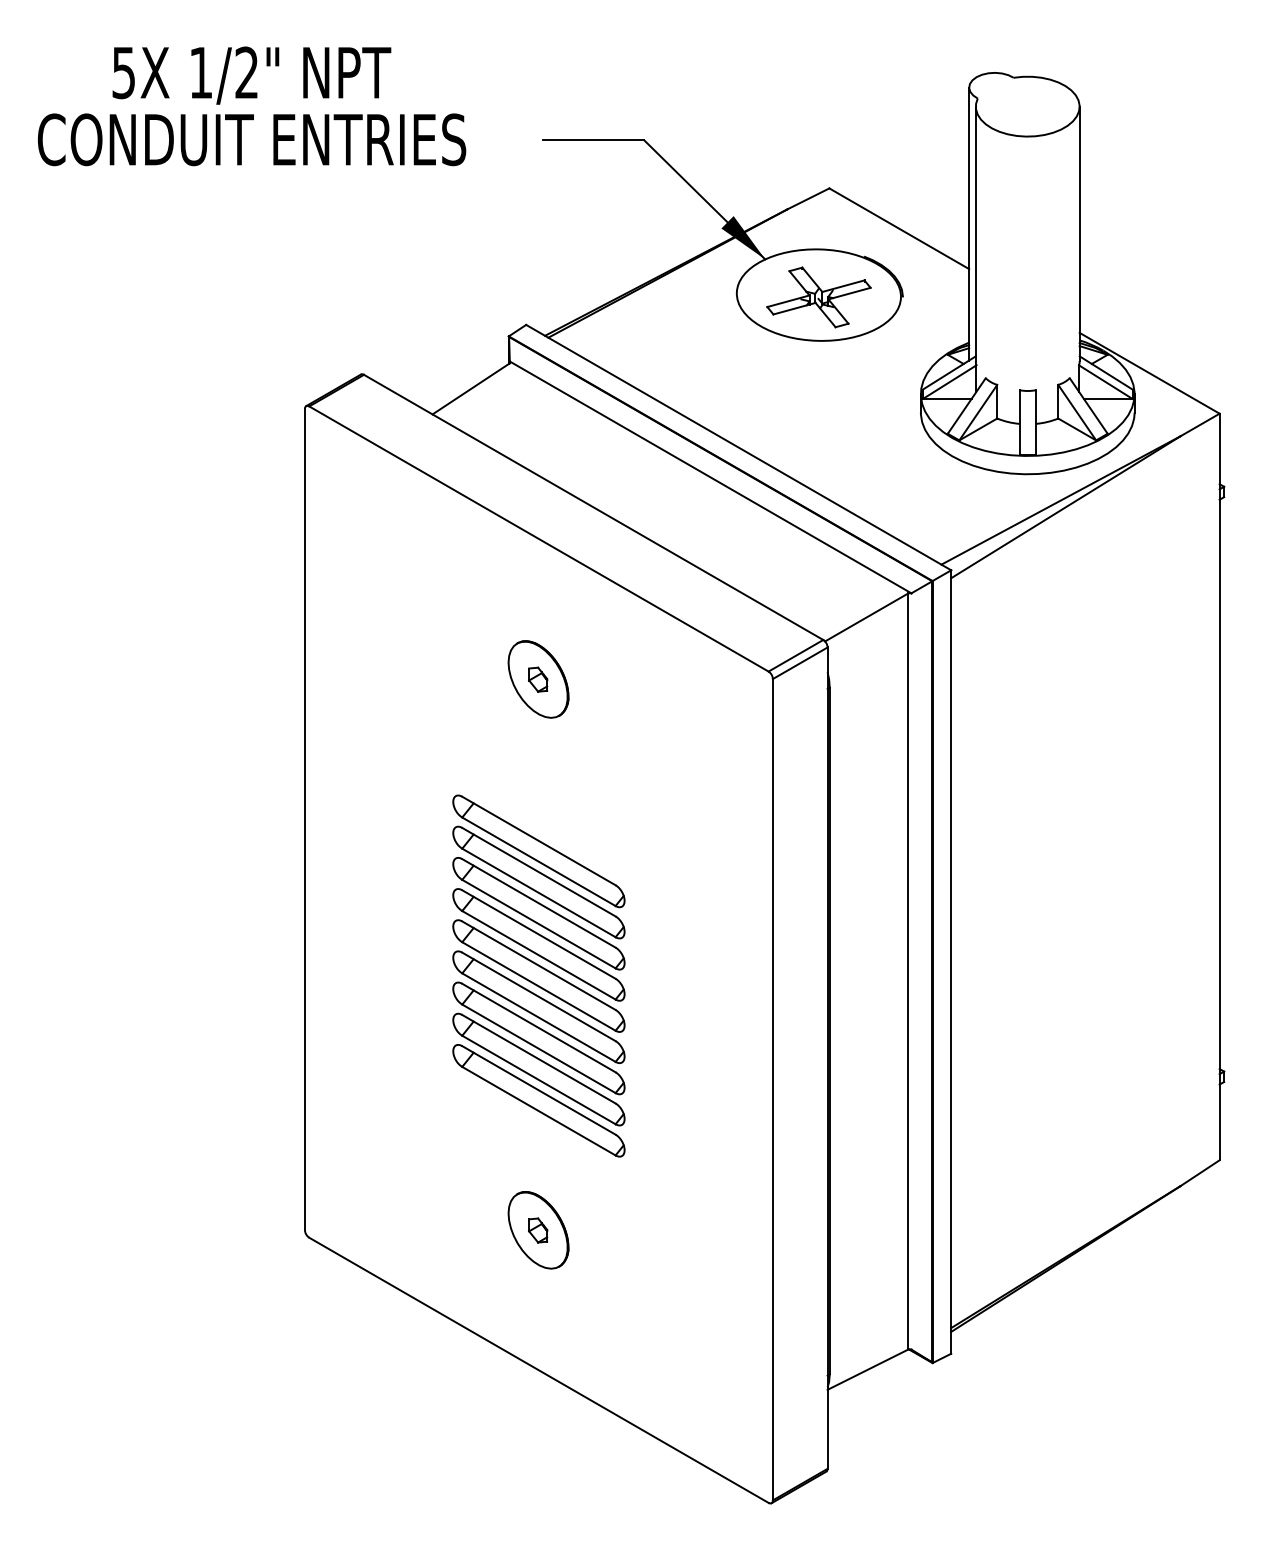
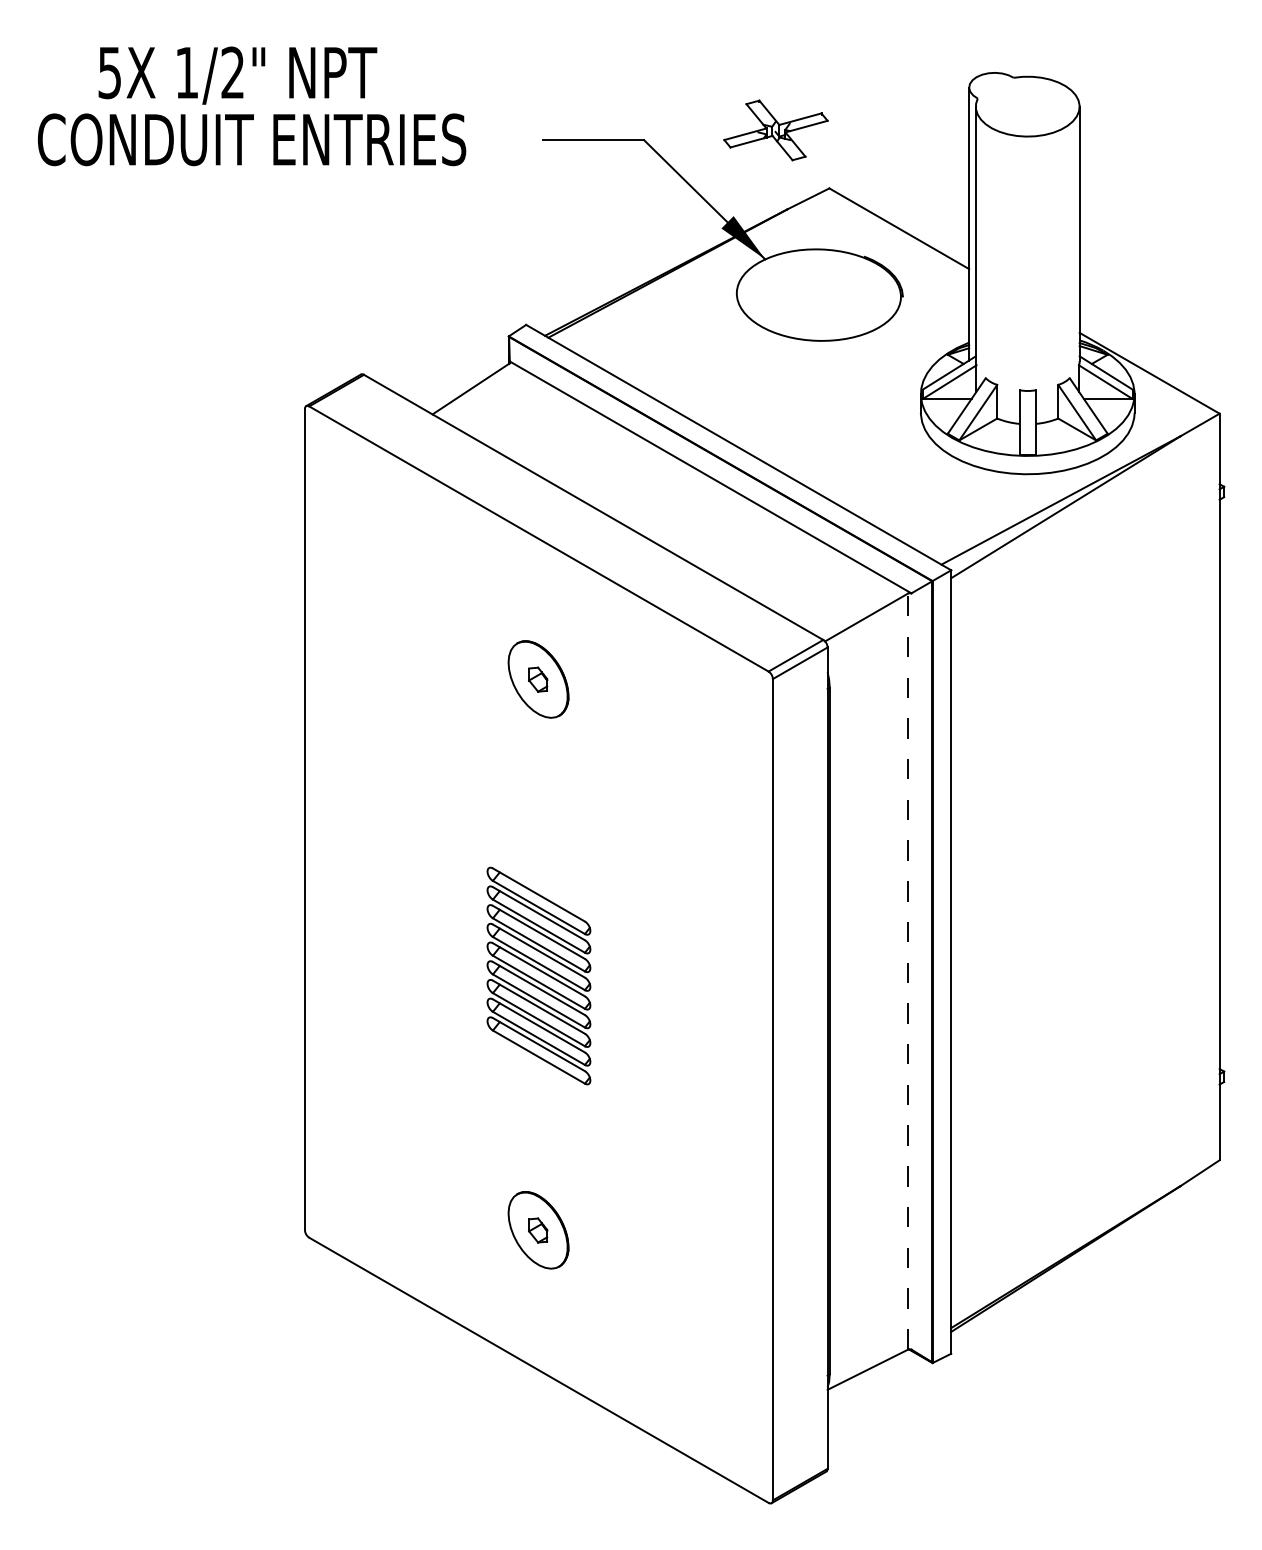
text at (251, 75) position: (251, 75) -> (237, 75)
part at (818, 297) position: (818, 297) -> (775, 130)
line at (908, 970): solid -> dashed
part at (538, 975) size: 174x364 px -> 106x220 px
